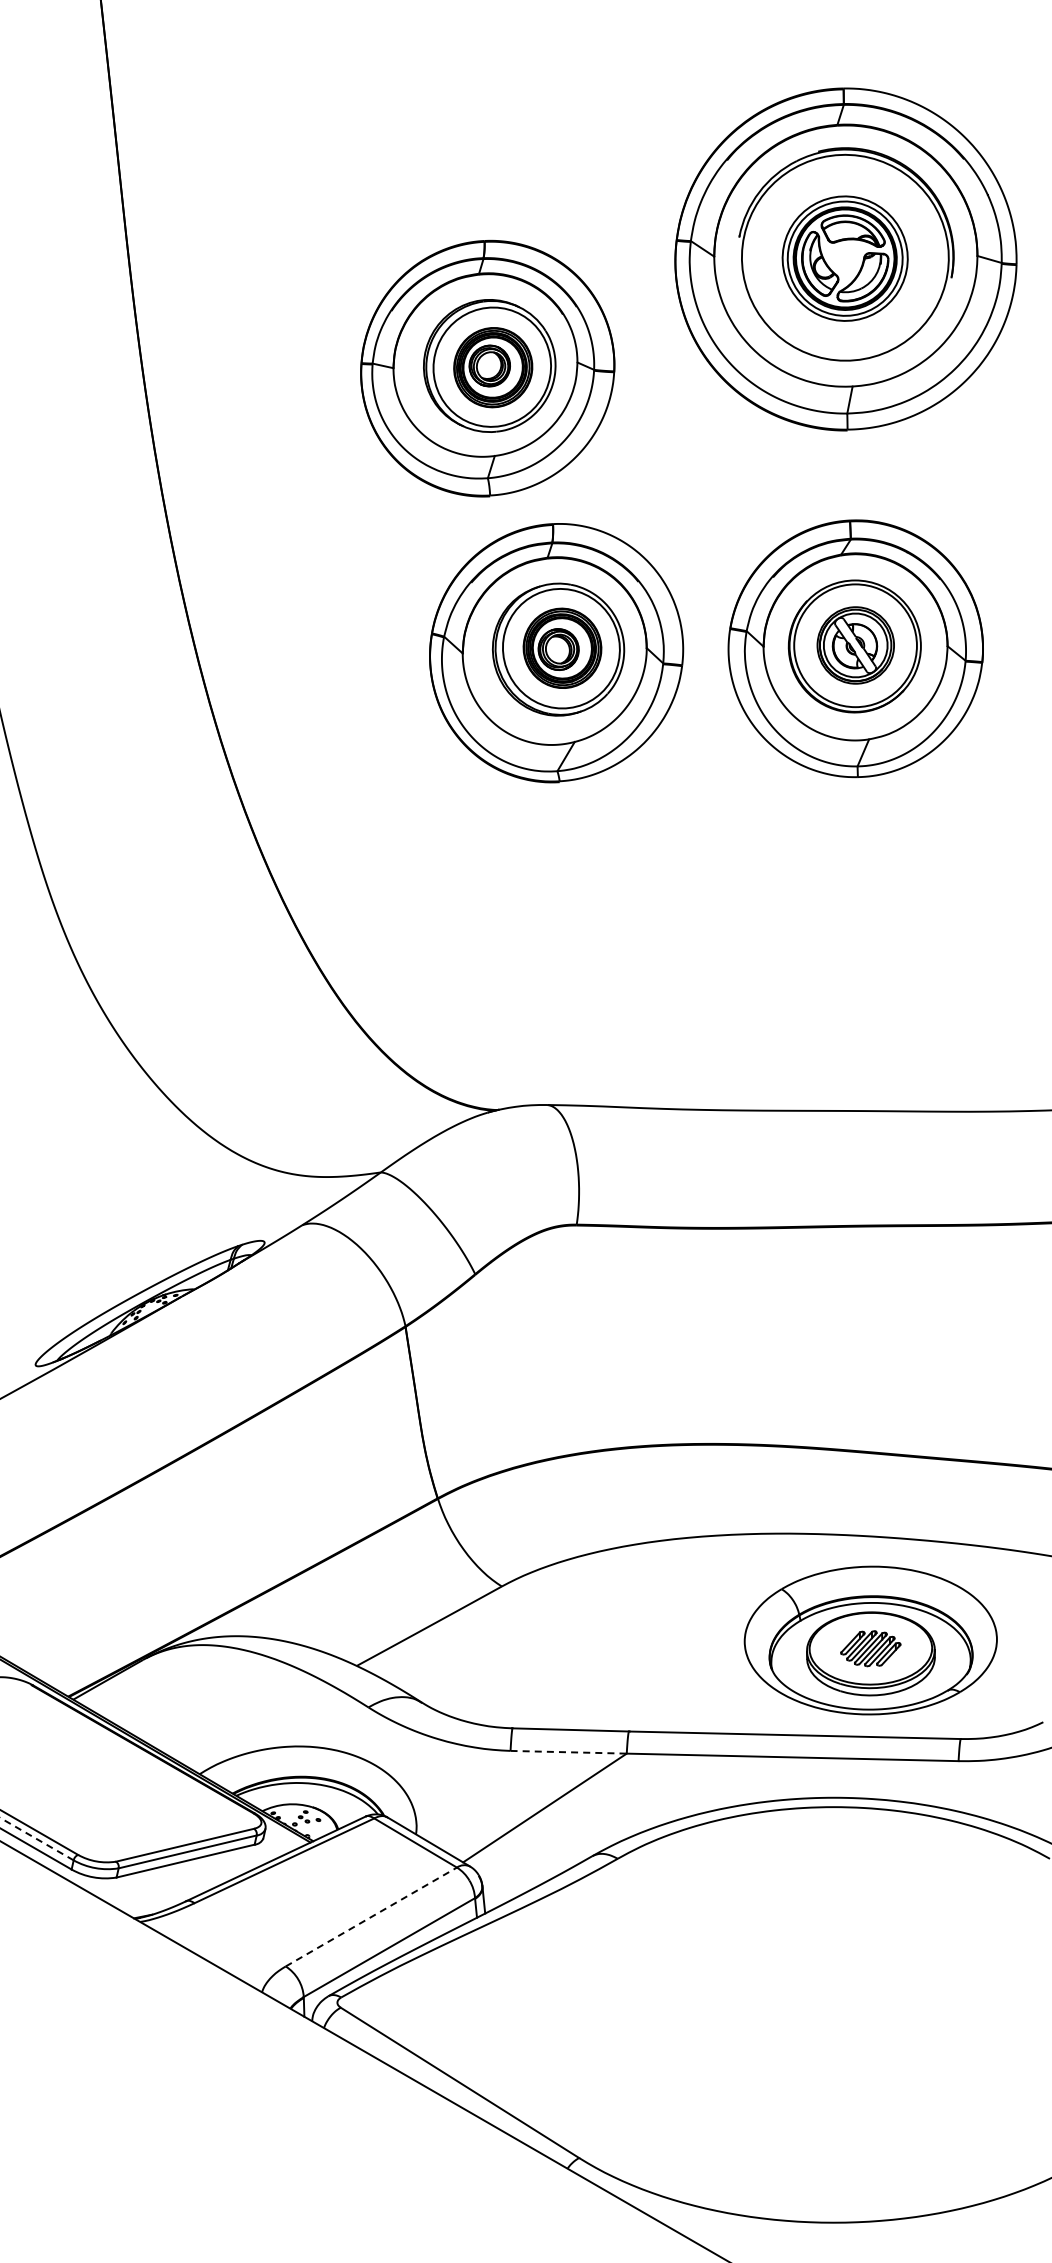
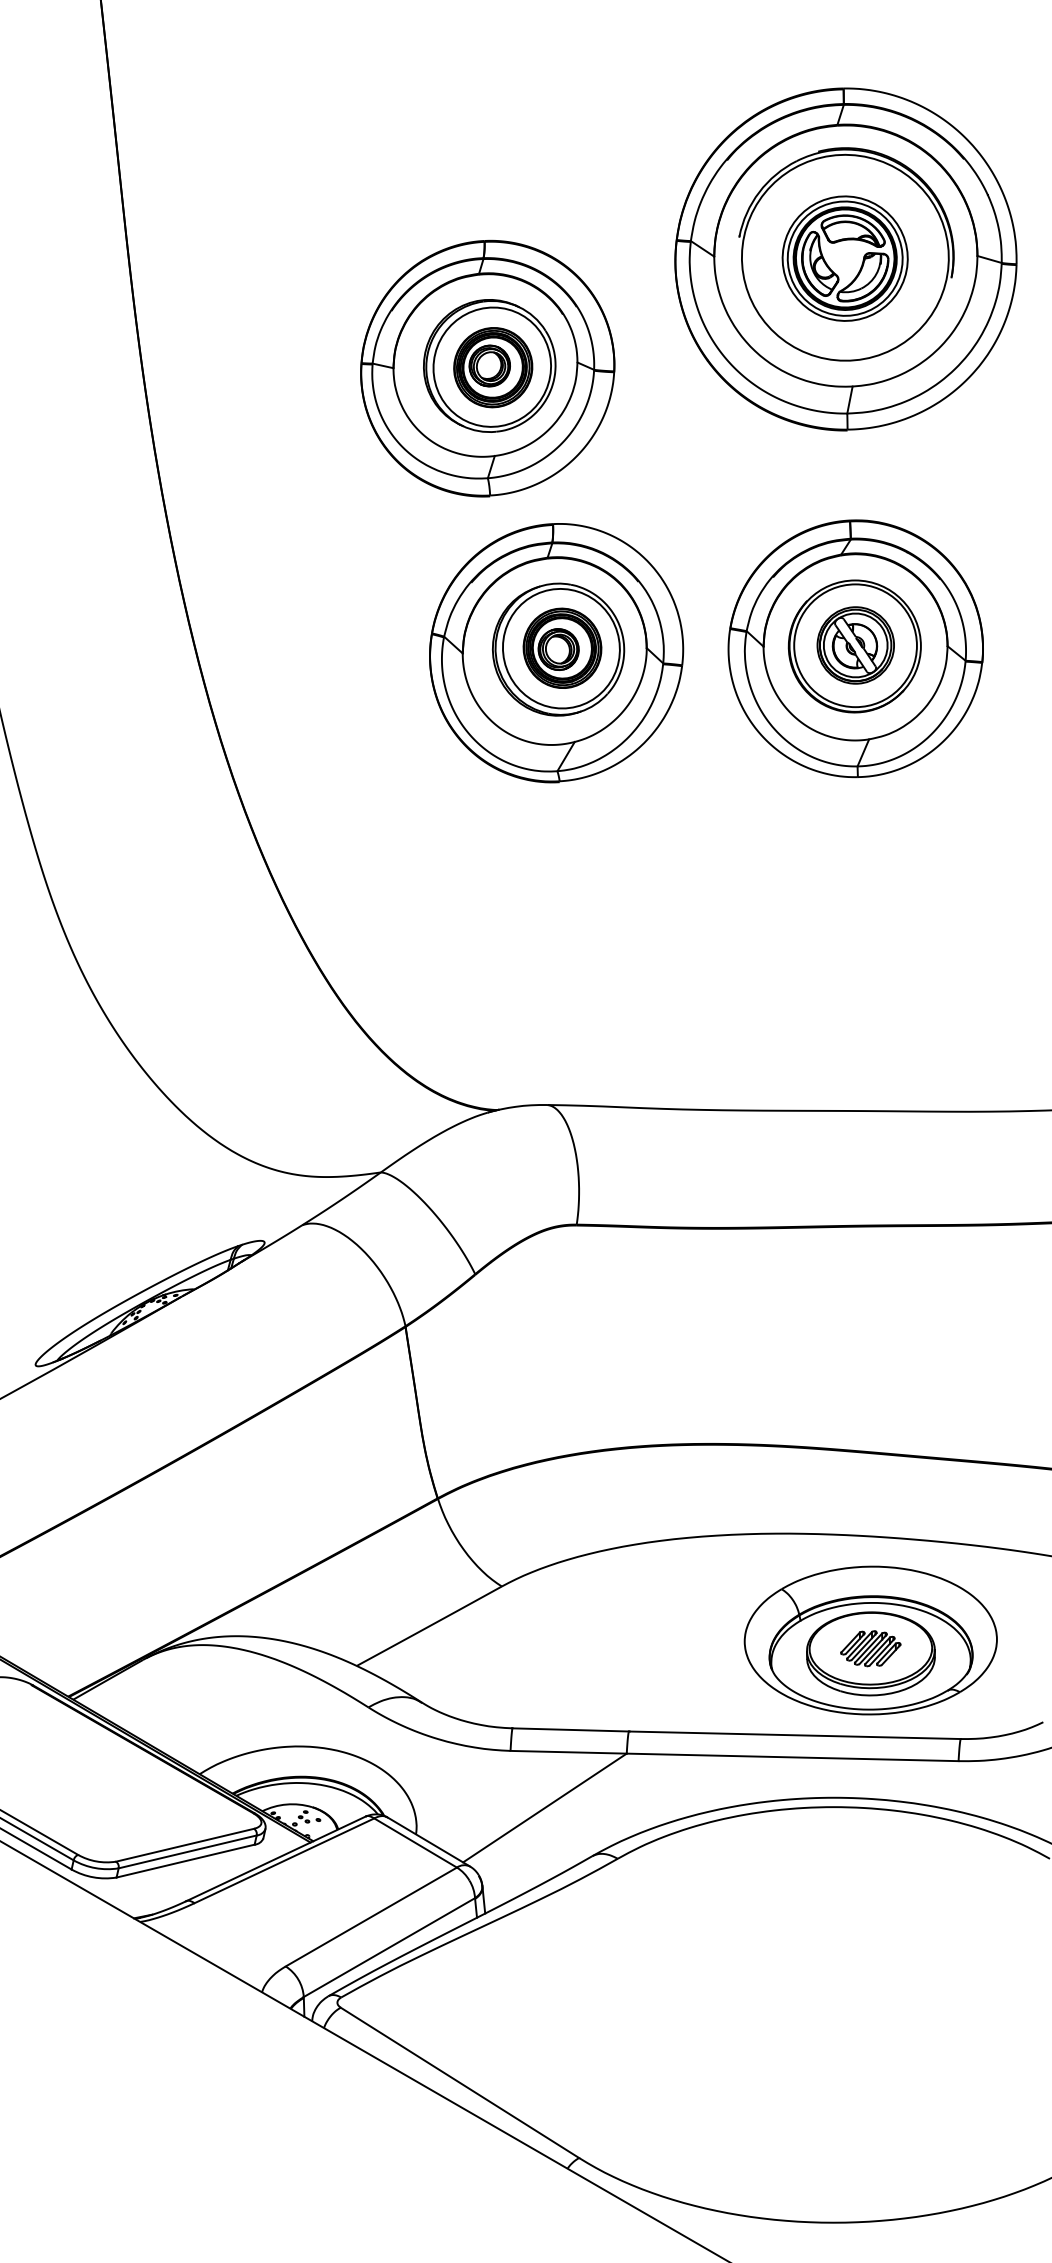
line at (569, 1752): dashed -> solid
line at (36, 1838): dashed -> solid
line at (371, 1917): dashed -> solid
